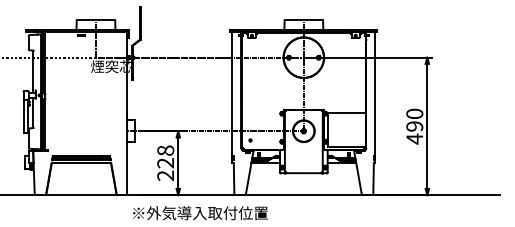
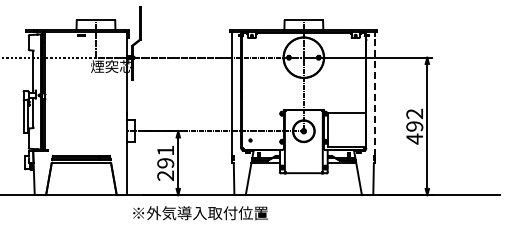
line at (375, 95): solid -> dashed
text at (414, 113): 490 -> 492
text at (165, 156): 228 -> 291
